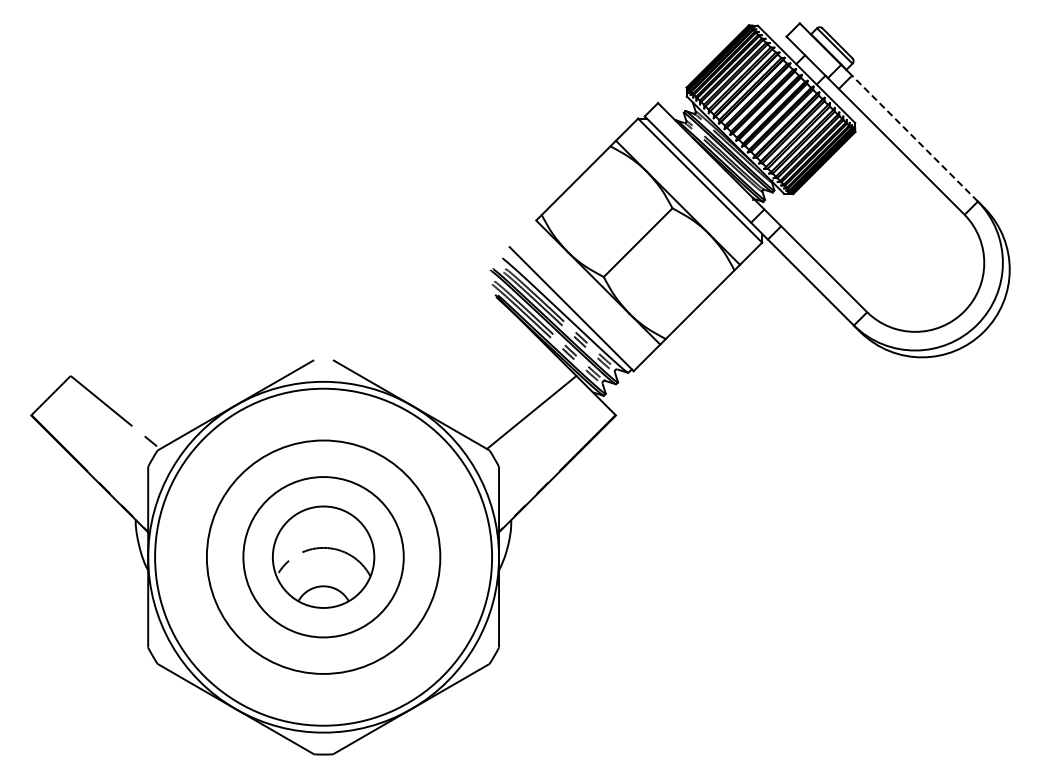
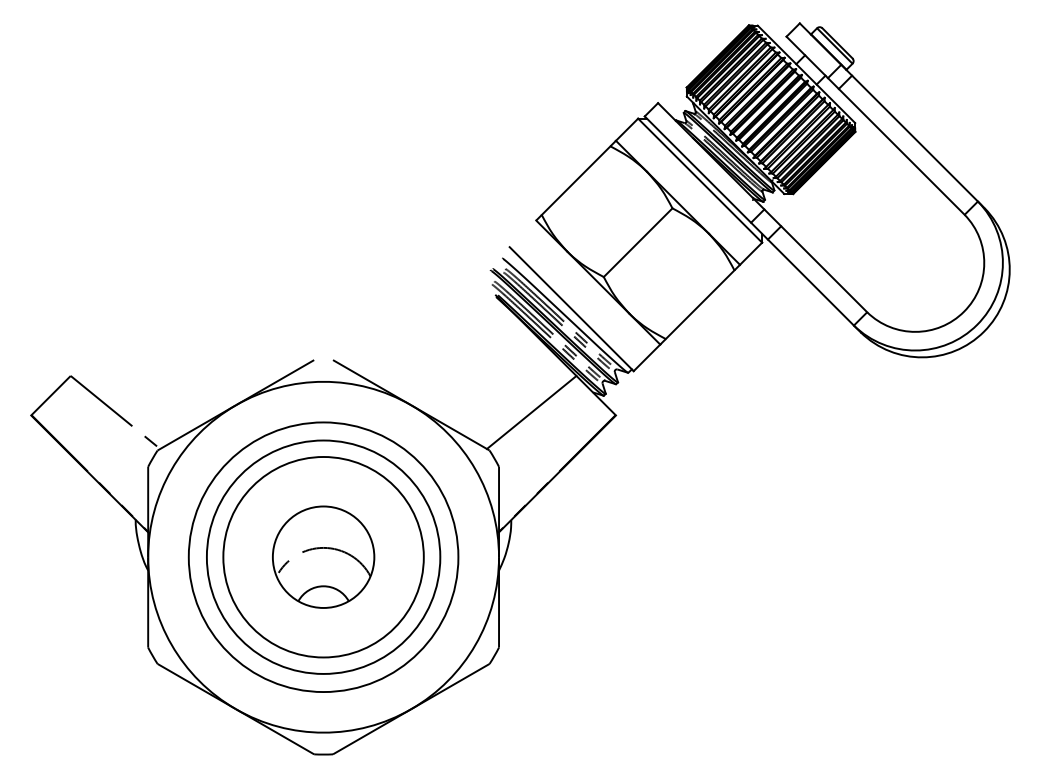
line at (915, 138): dashed -> solid
circle at (323, 556) diameter: 337 px -> 270 px
circle at (323, 557) diameter: 160 px -> 200 px
